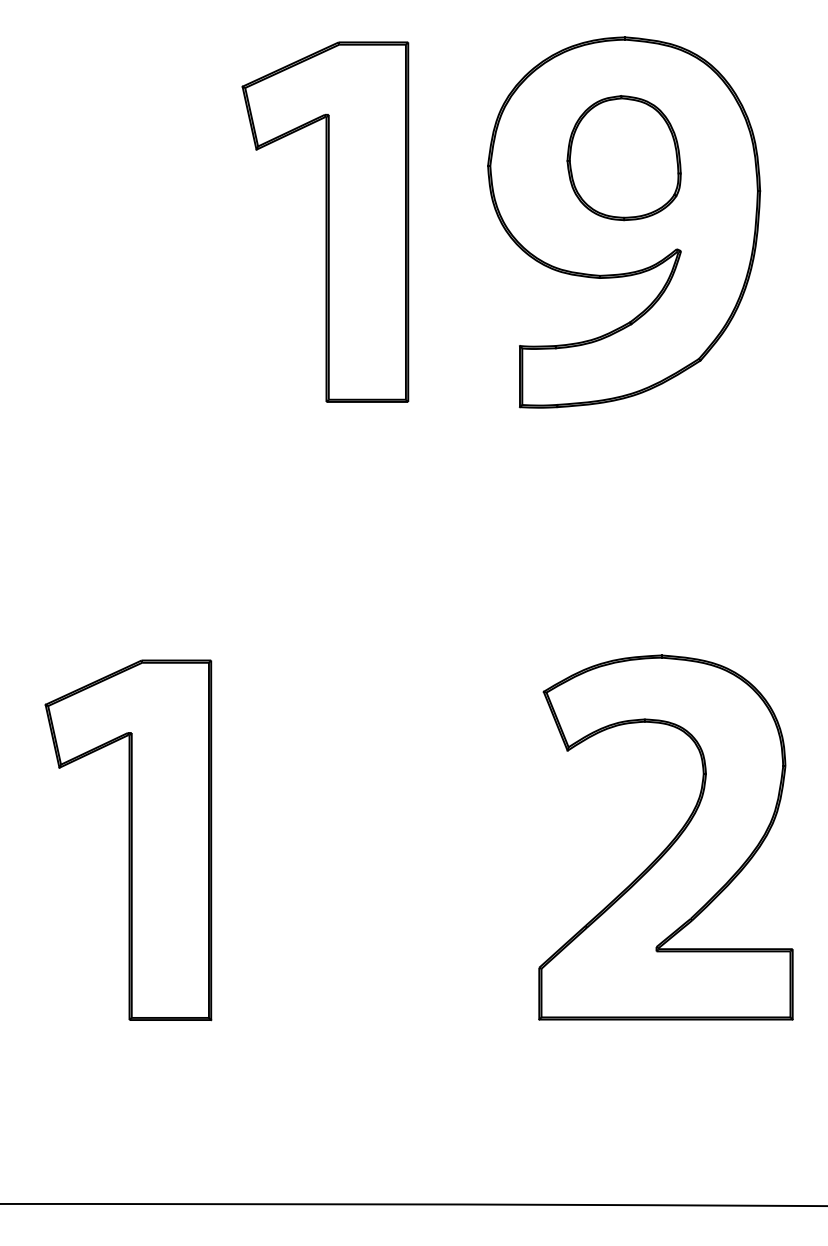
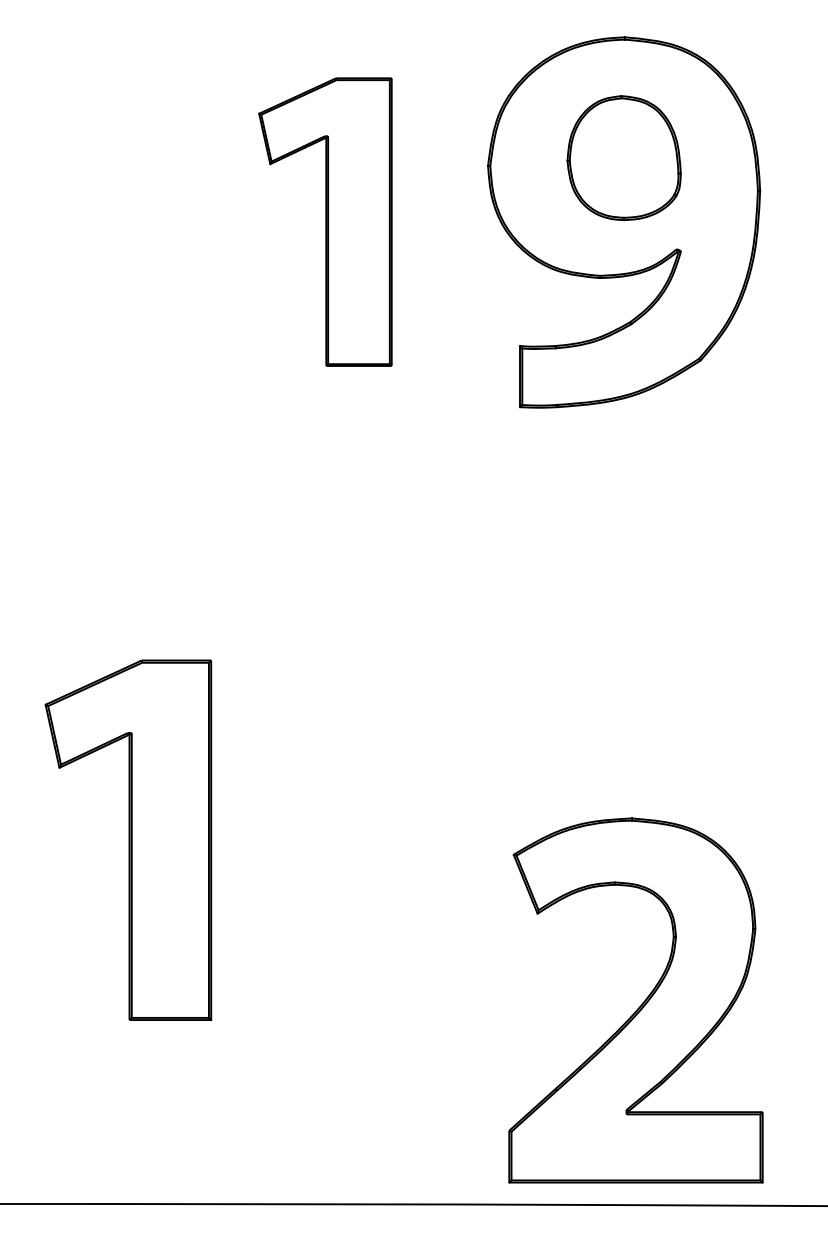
part at (325, 221) size: 169x362 px -> 135x290 px
part at (671, 840) position: (671, 840) -> (641, 1003)
